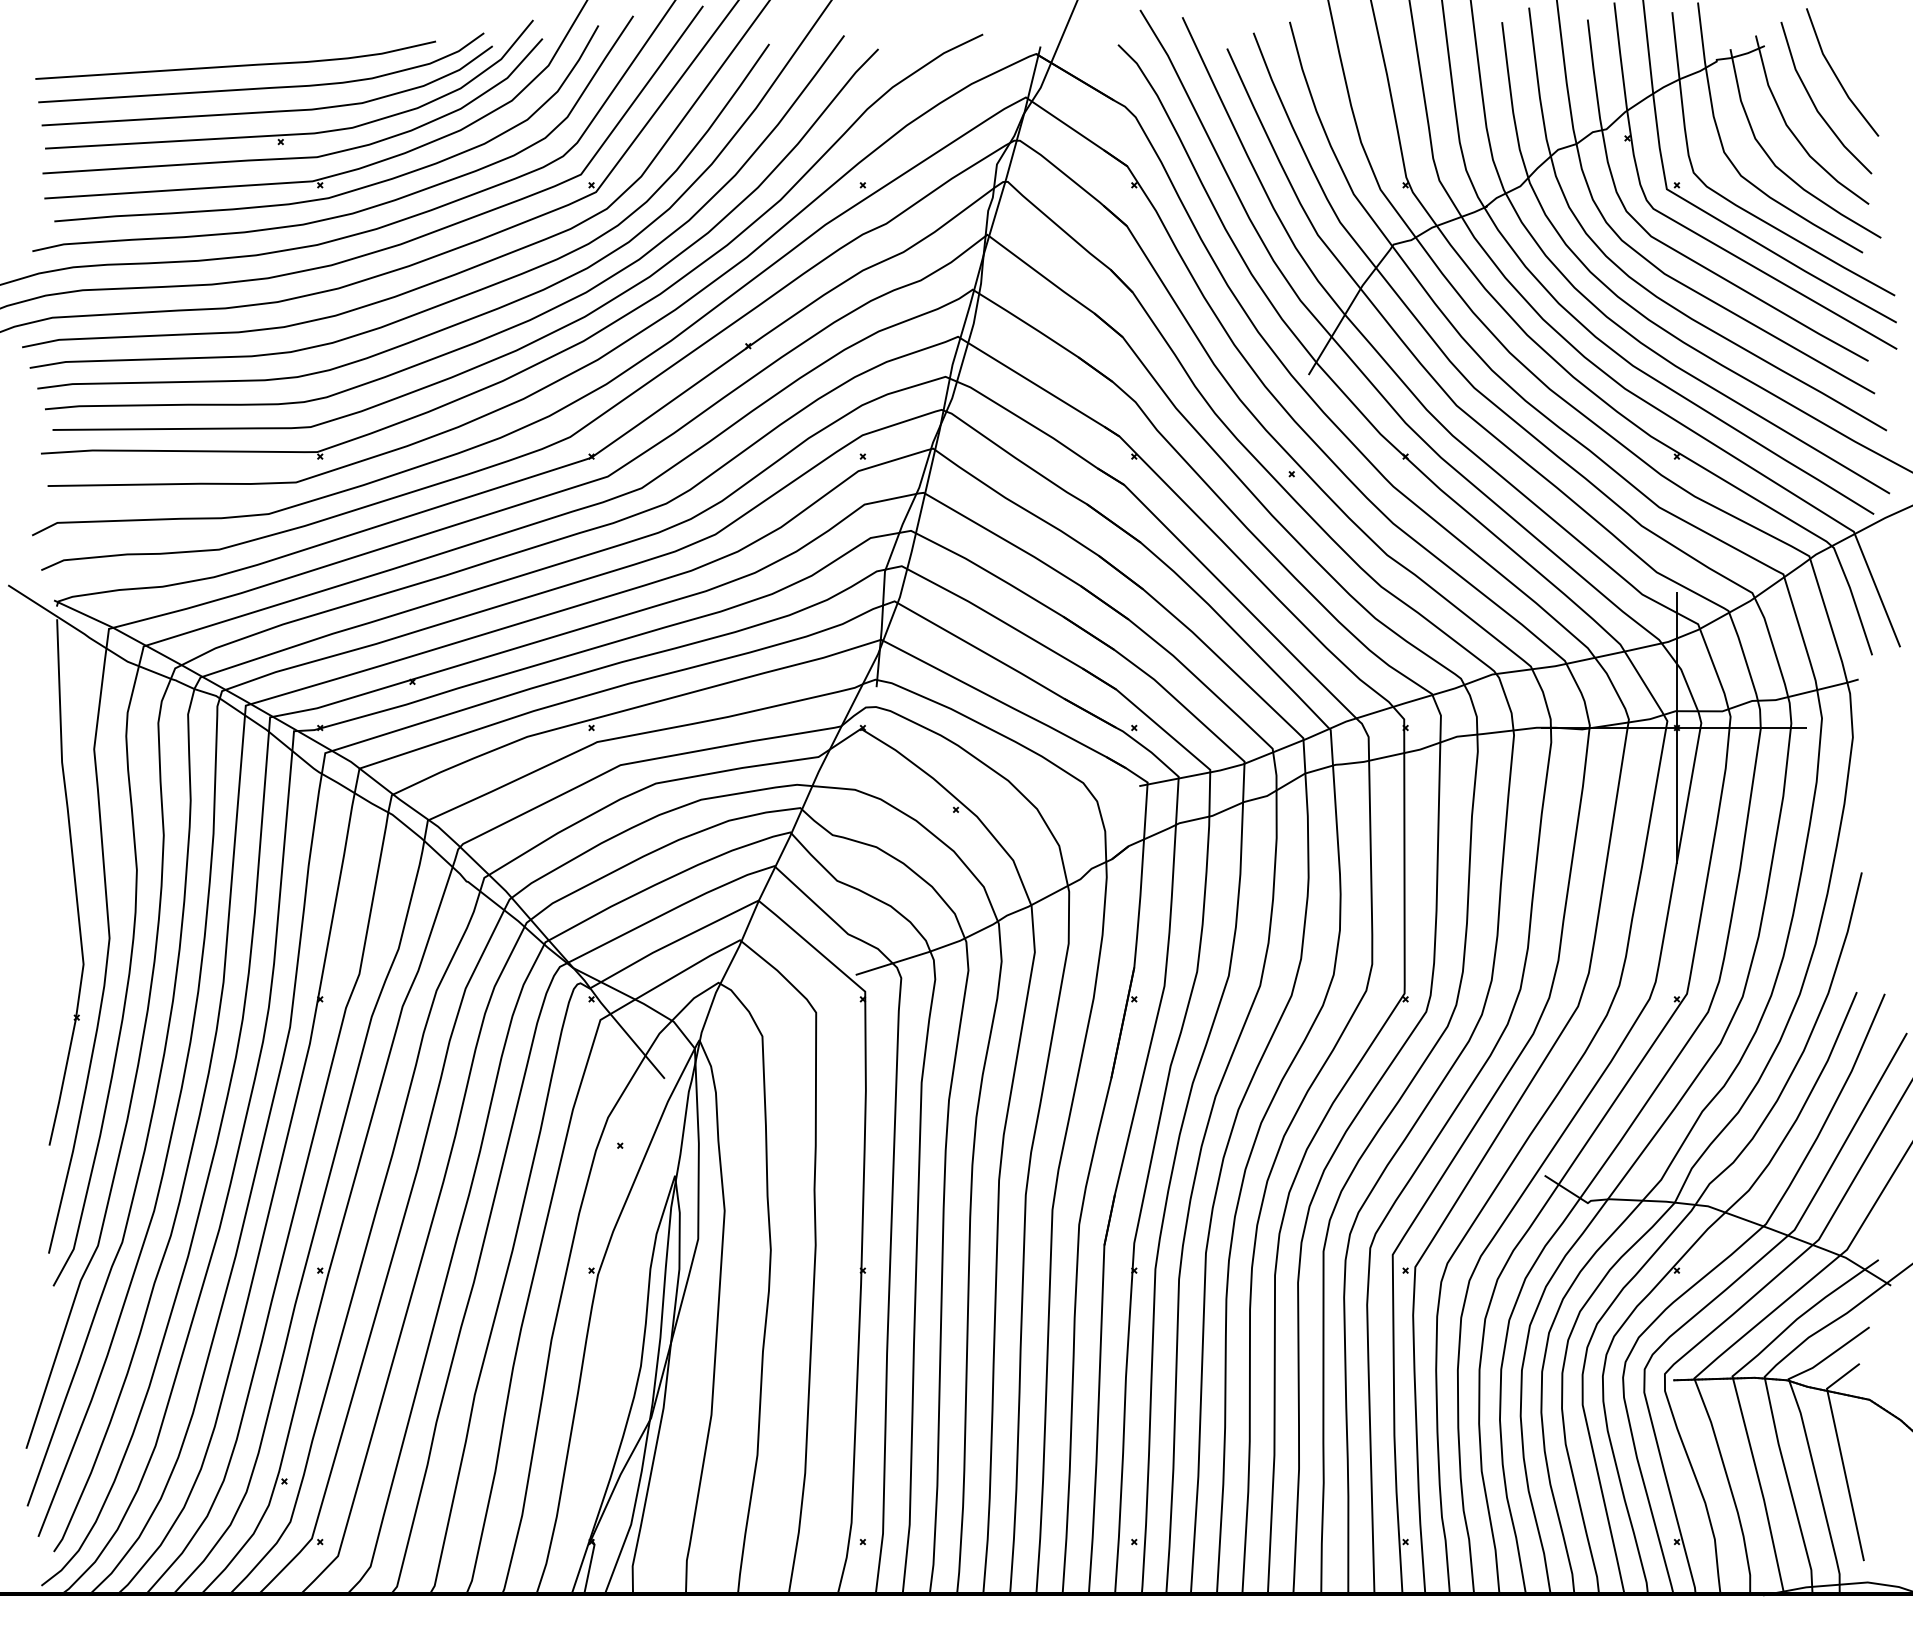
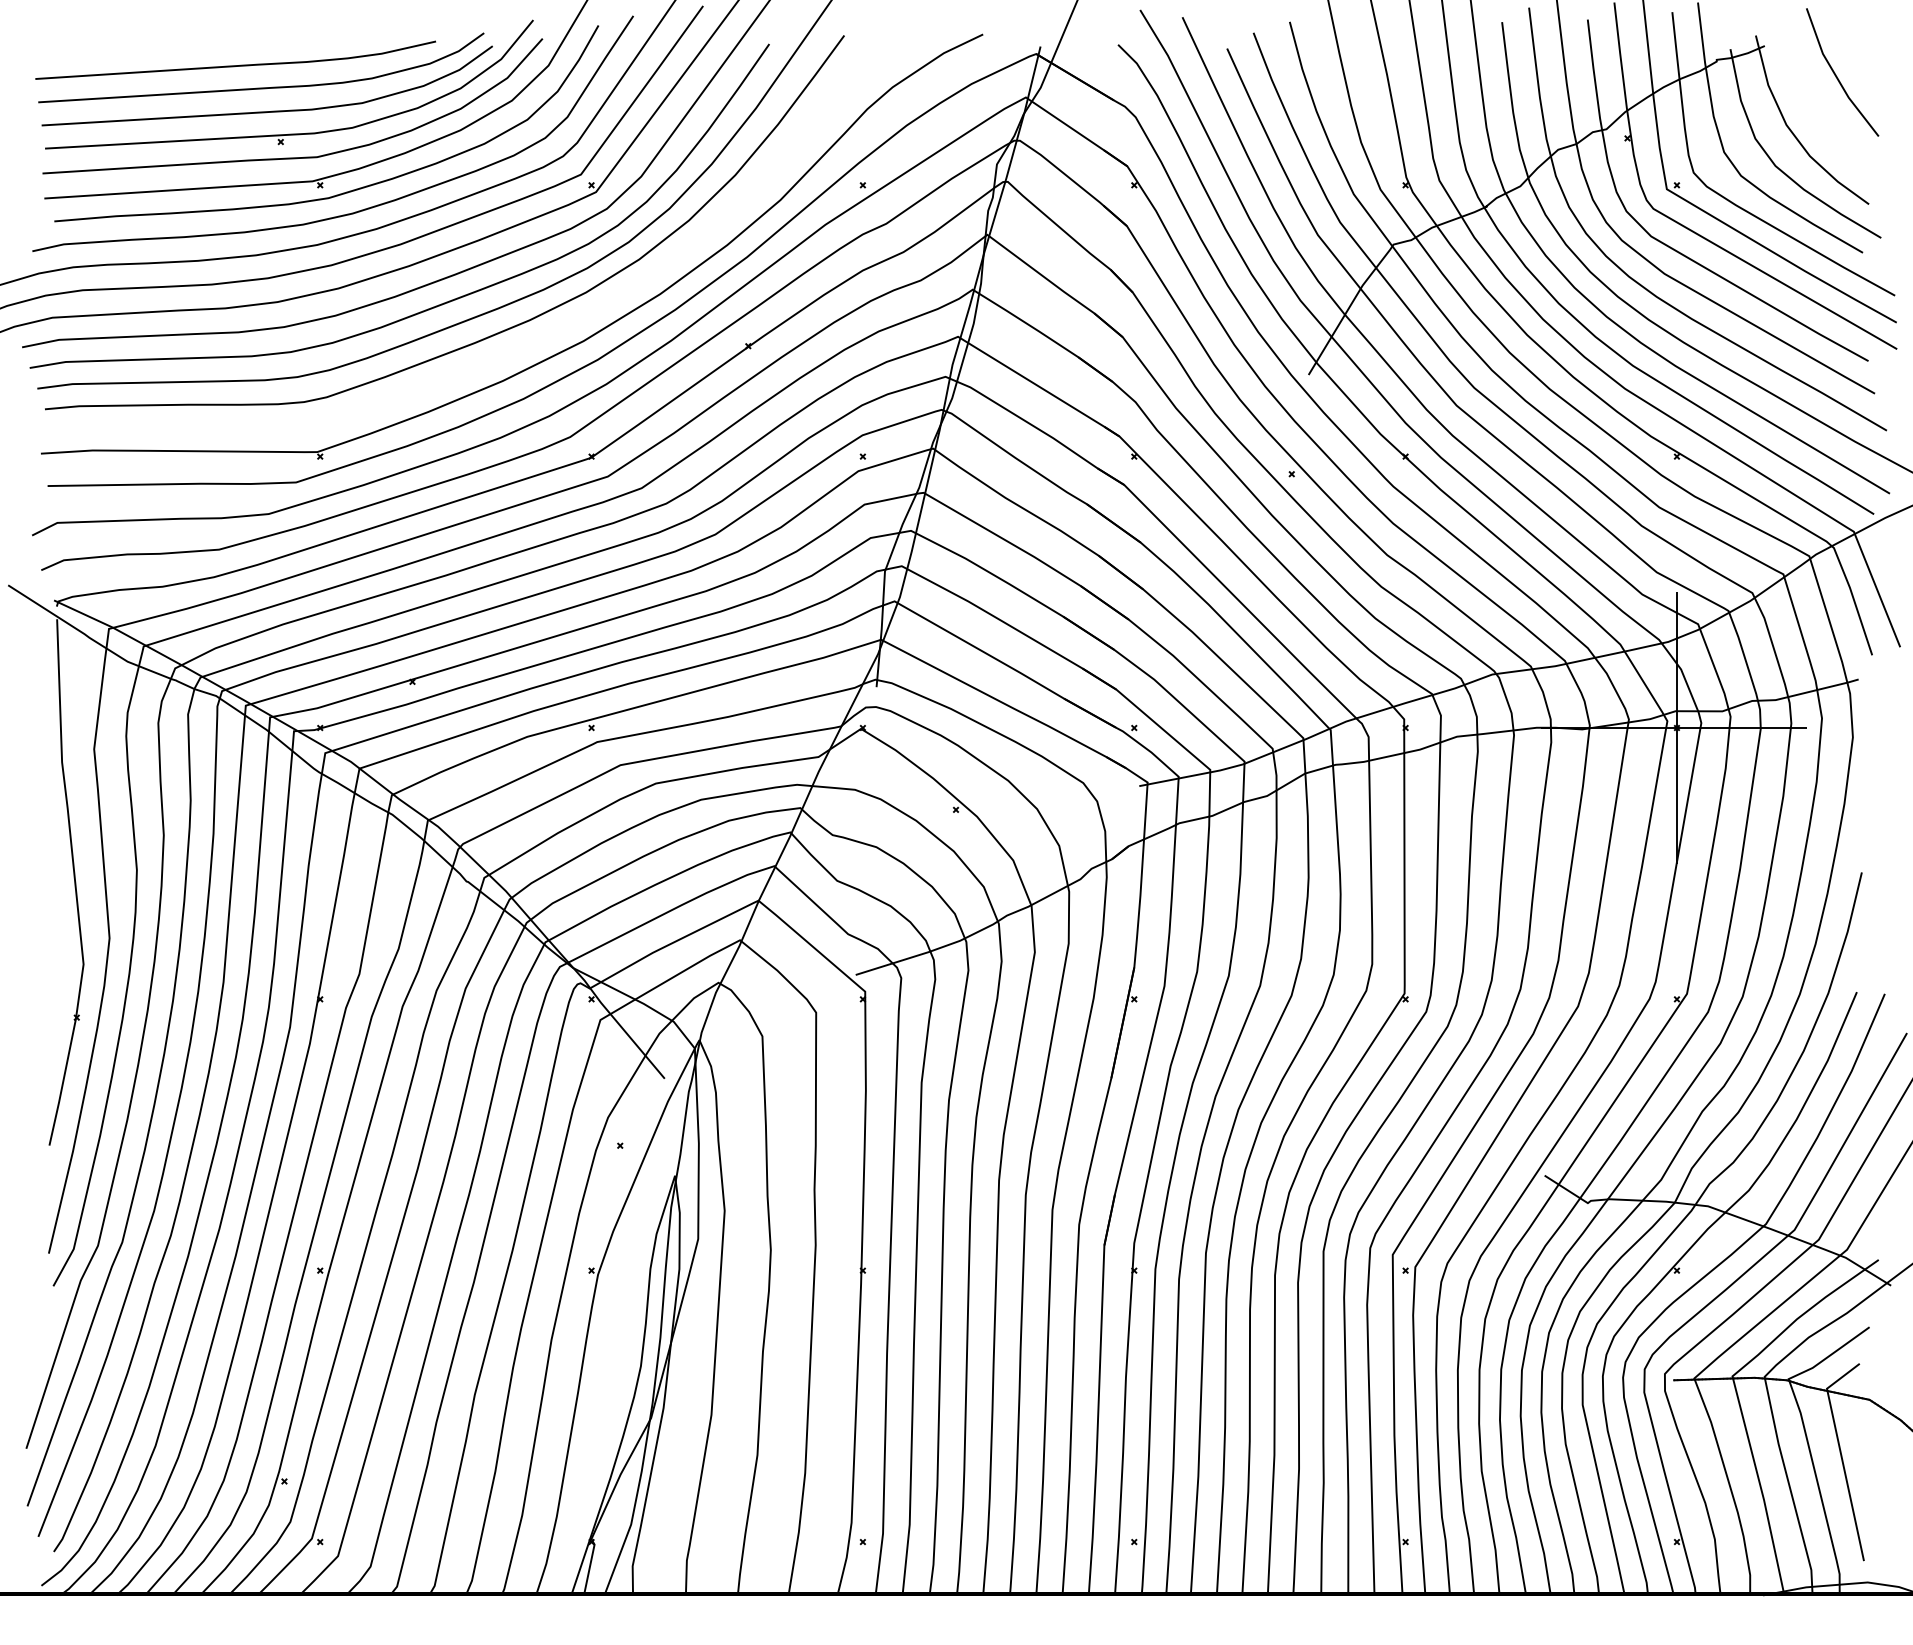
line at (1815, 104): present -> none
curve at (508, 352): present -> none
